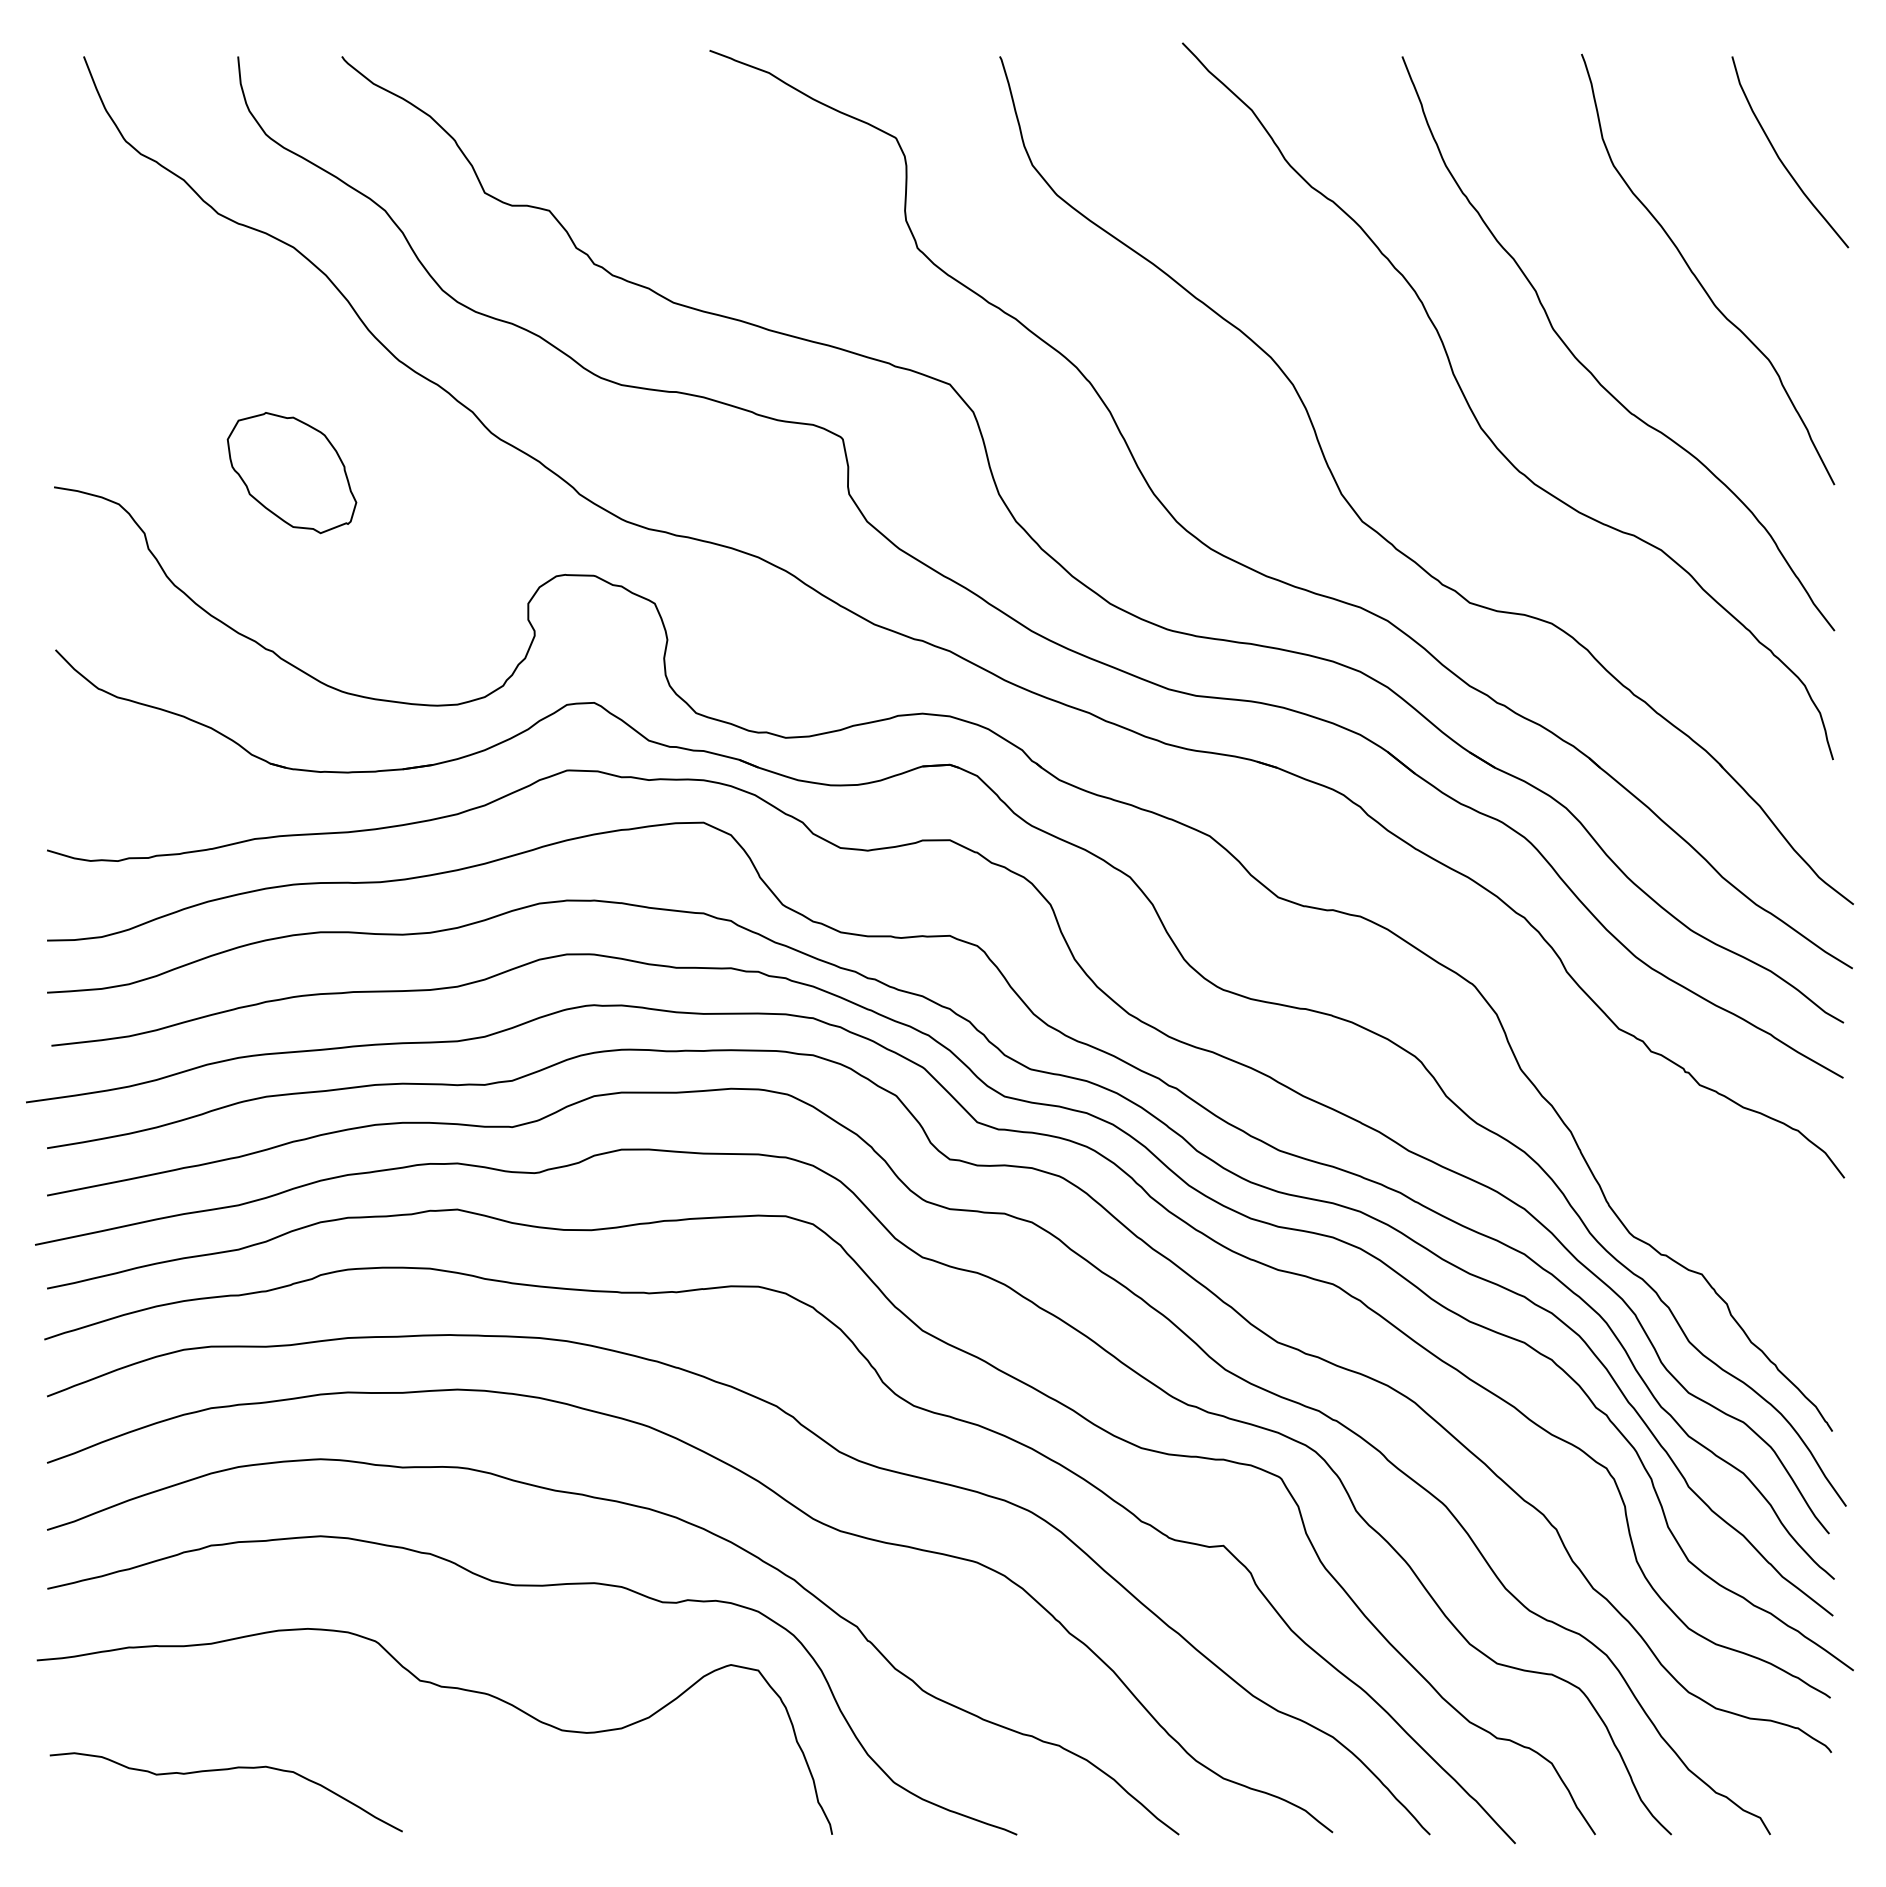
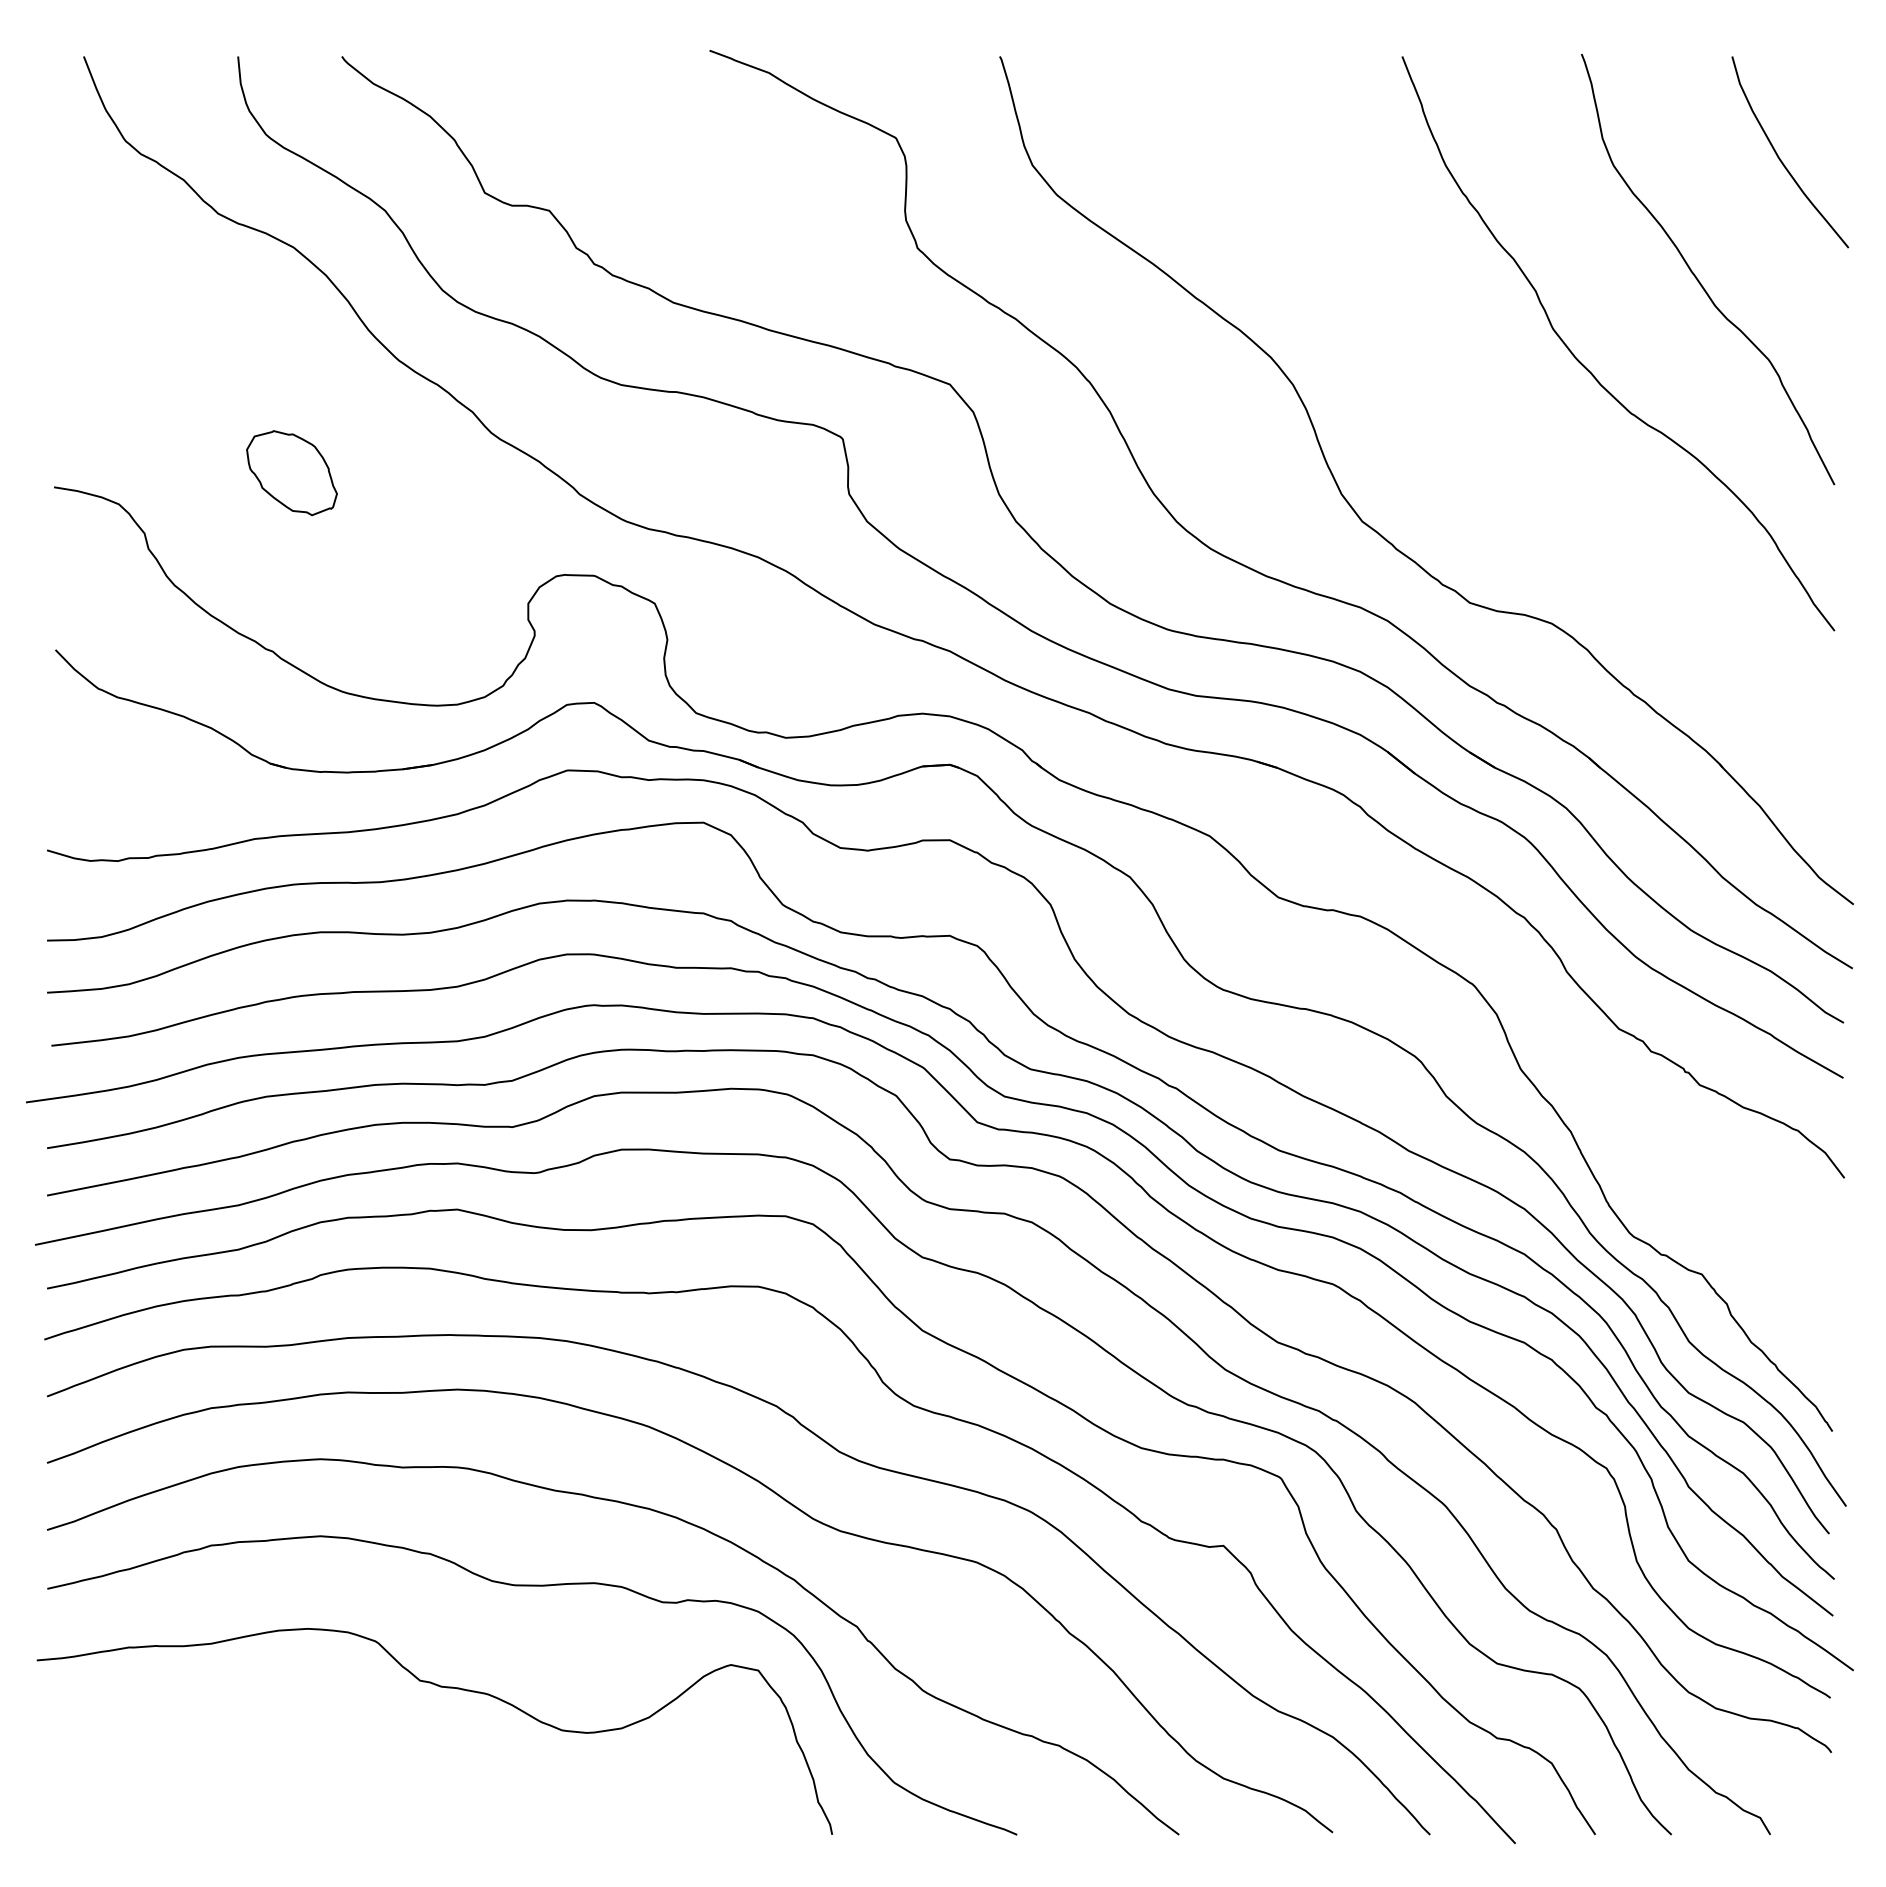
curve at (1476, 417): present -> none
part at (291, 473) size: 132x123 px -> 92x87 px
curve at (225, 1770): present -> none
